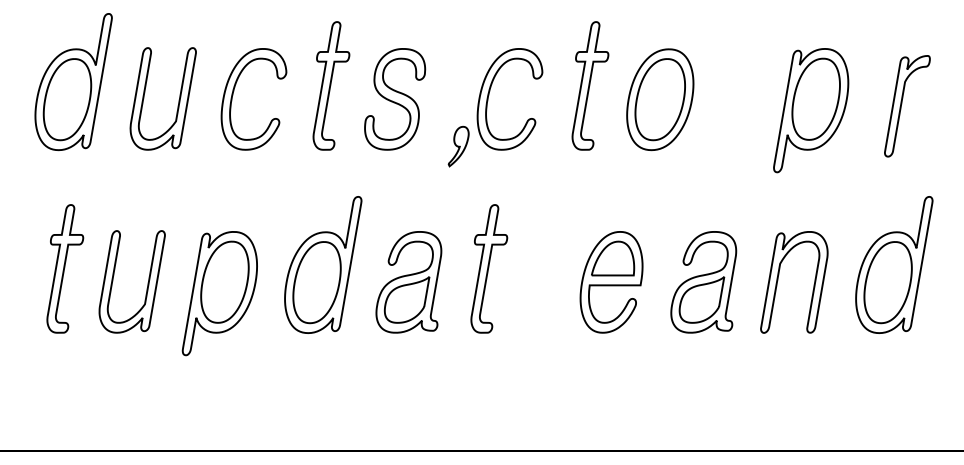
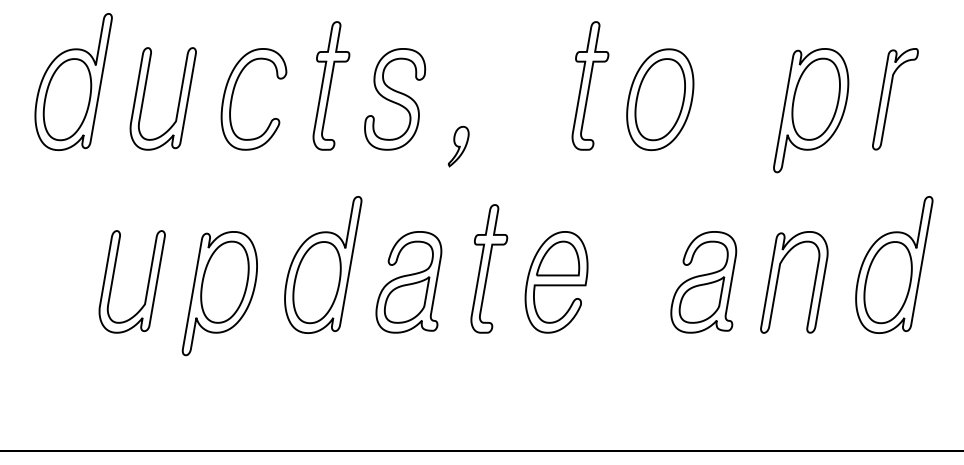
part at (489, 95): present -> none
part at (907, 106) position: (907, 106) -> (895, 99)
part at (65, 268): present -> none
part at (611, 282) position: (611, 282) -> (556, 282)
